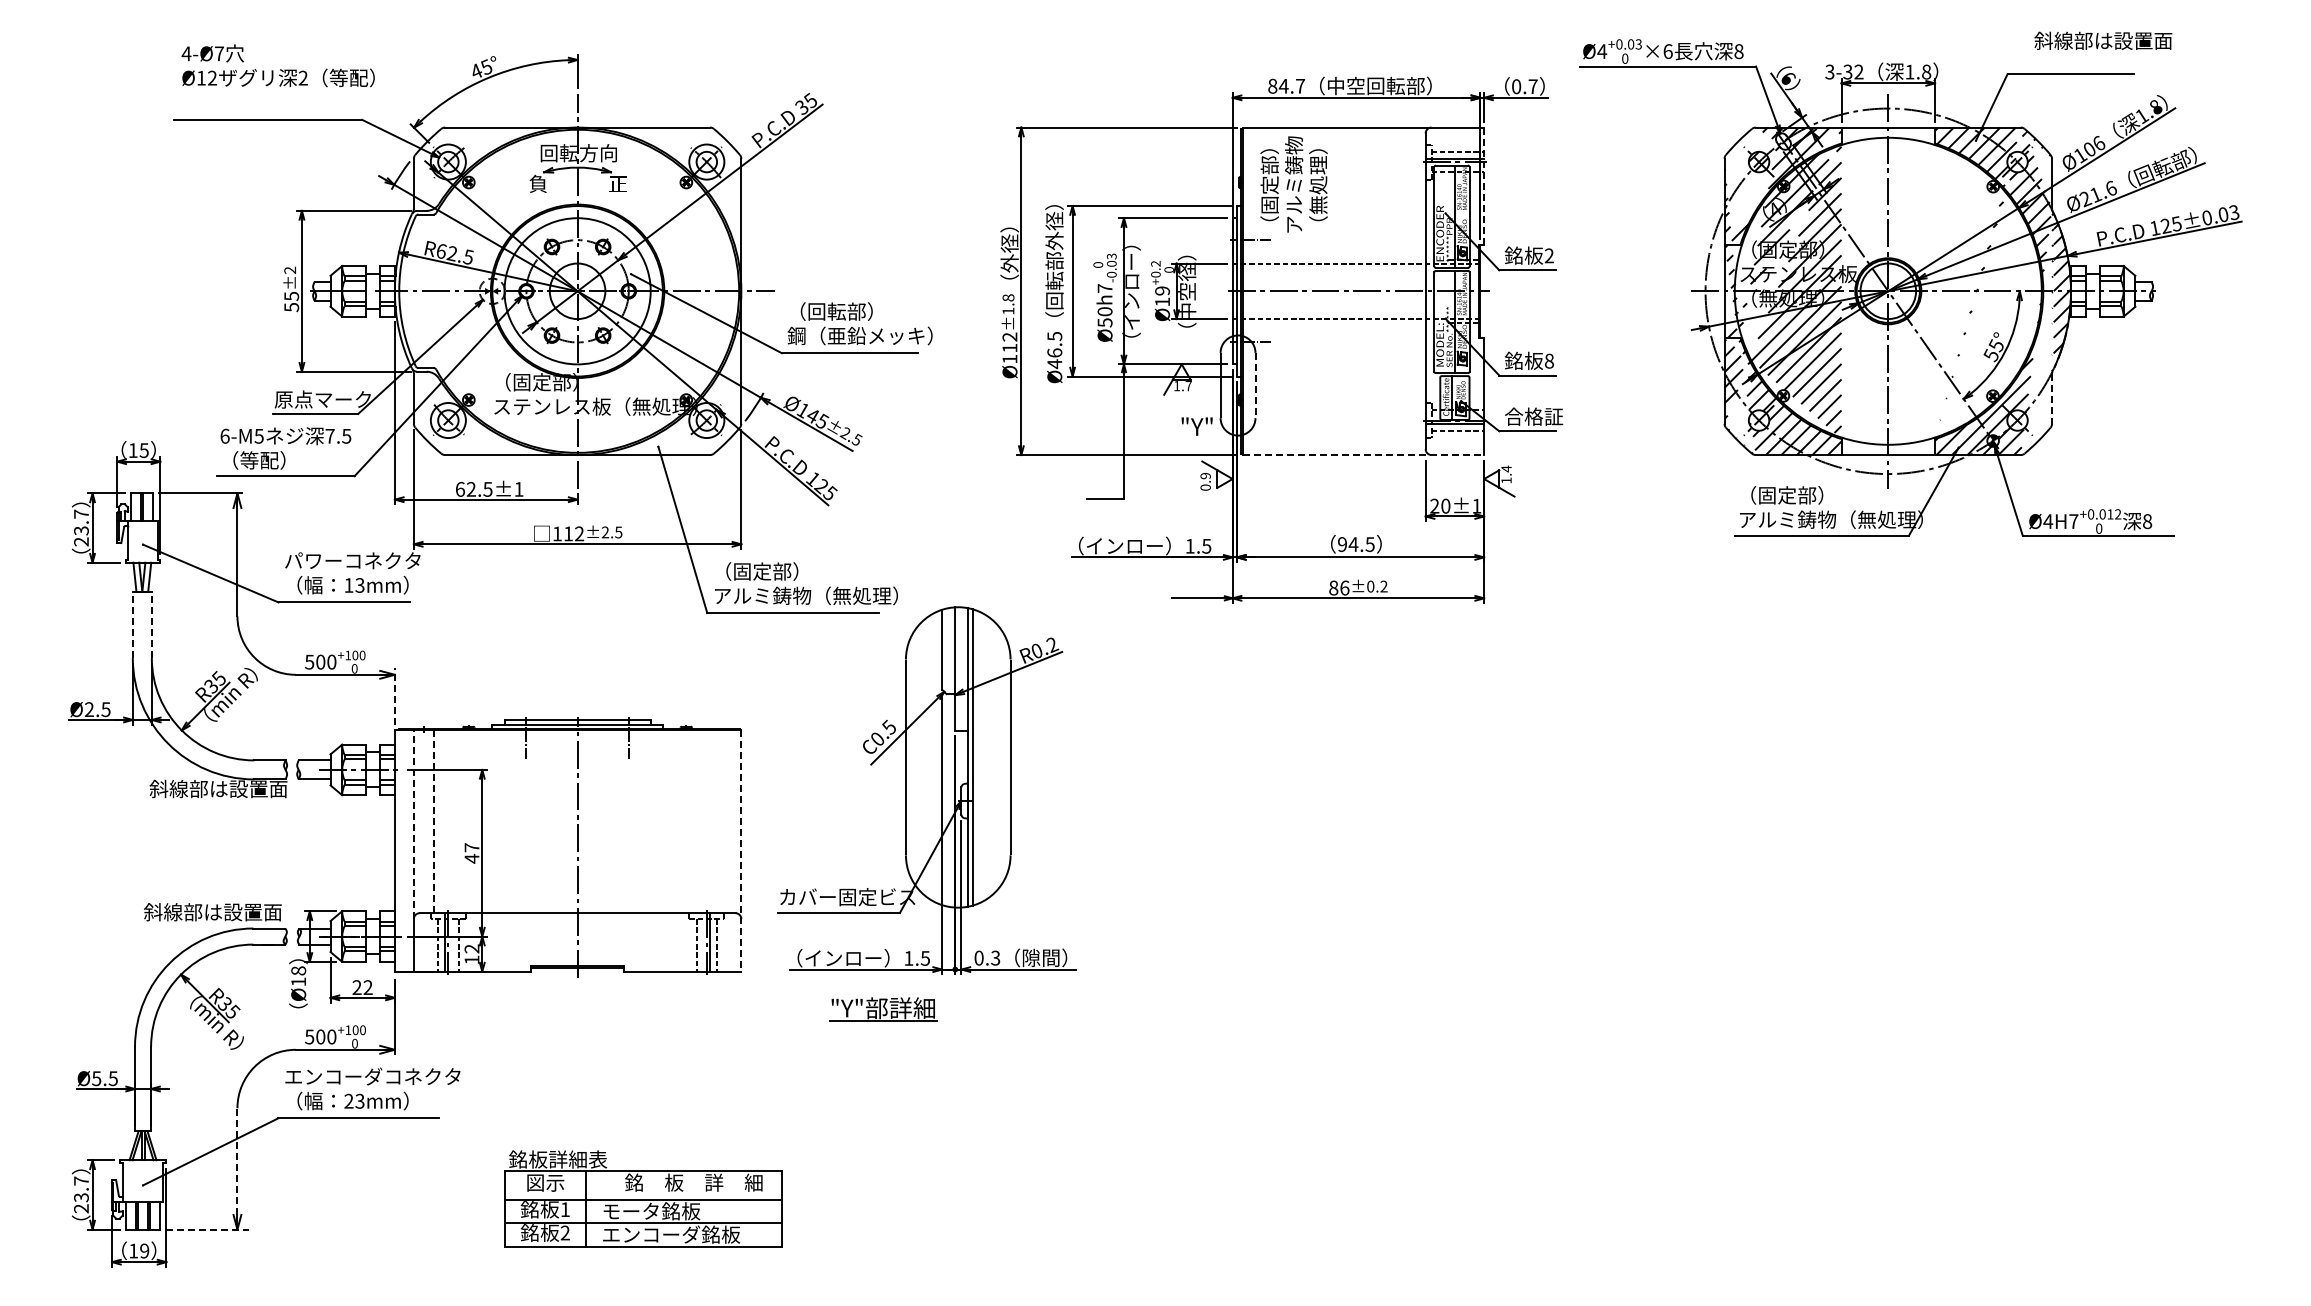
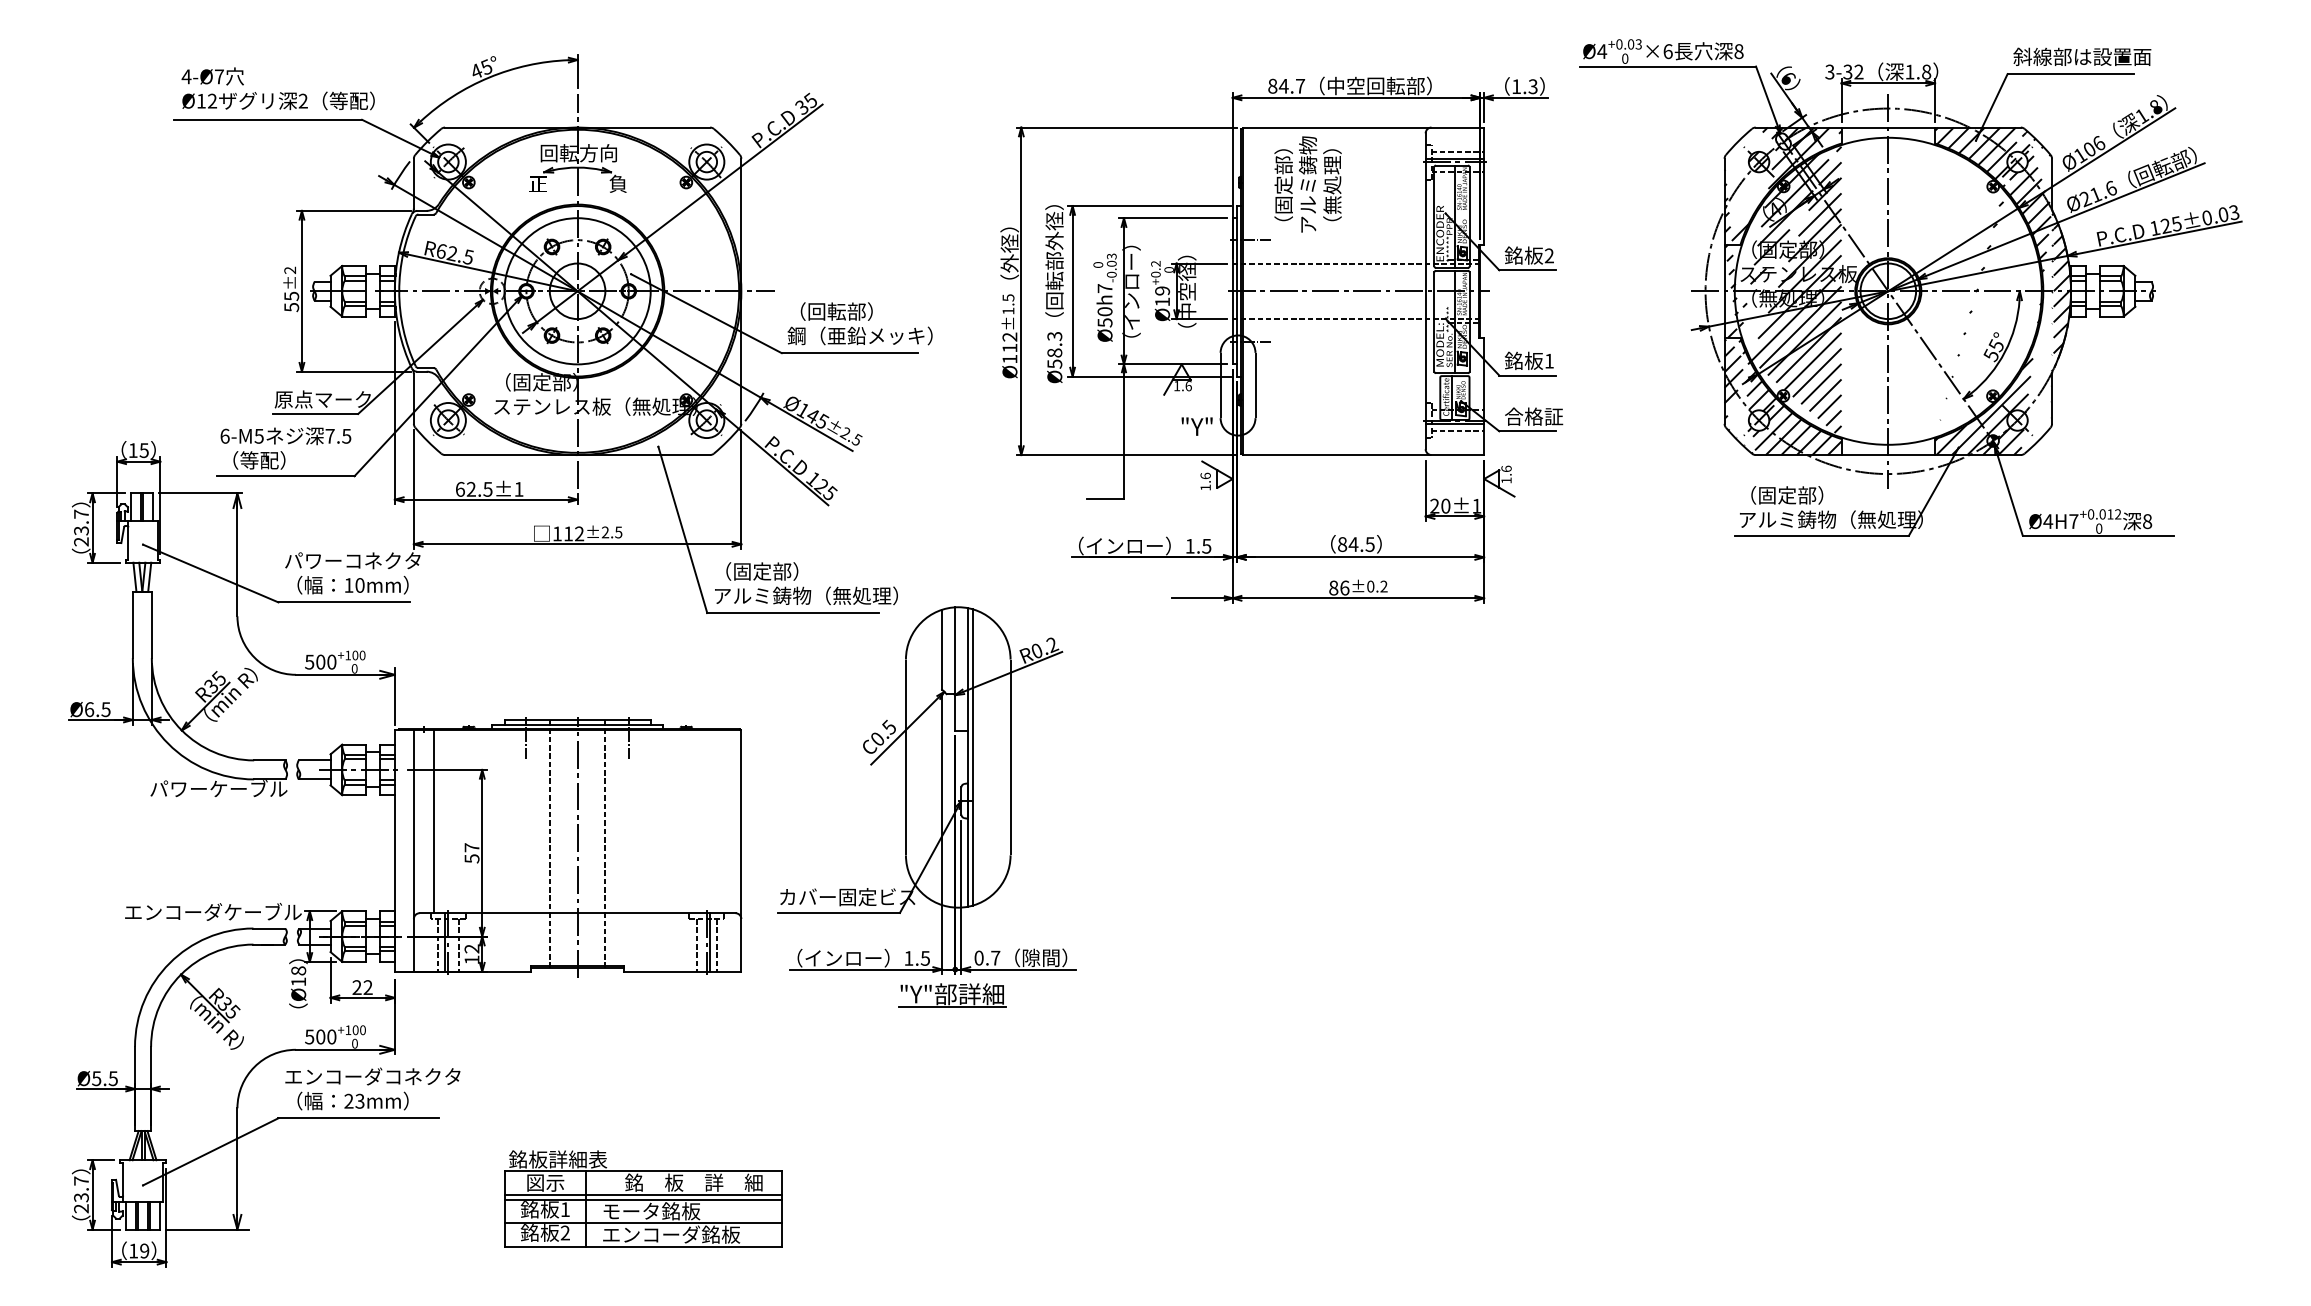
text at (2103, 40) position: (2103, 40) -> (2082, 56)
text at (277, 65) position: (277, 65) -> (277, 88)
text at (1524, 86): 0.7 -> 1.3
text at (537, 183): 負 -> 正
text at (617, 183): 正 -> 負
text at (1293, 184) position: (1293, 184) -> (1307, 184)
line at (1484, 185): dashed -> solid
text at (1008, 297): ±1.8 -> ±1.5
text at (1054, 350): Ø46.5 -> Ø58.3
text at (1549, 360): 8 -> 1
line at (1255, 385): dashed -> solid
text at (1188, 386): 1.7 -> 1.6
line at (2052, 398): dashed -> solid
line at (1363, 455): dashed -> solid
text at (1506, 468): 1.4 -> 1.6
text at (1205, 481): 0.9 -> 1.6
text at (1342, 544): 94.5 -> 84.5
text at (359, 585): 13mm -> 10mm
line at (132, 624): dashed -> solid
line at (151, 624): dashed -> solid
line at (394, 695): dashed -> solid
text at (89, 709): Ø2.5 -> Ø6.5
text at (218, 788): 斜線部は設置面 -> パワーケーブル
line at (433, 822): dashed -> solid
line at (413, 824): dashed -> solid
line at (549, 843): none -> present
line at (605, 843): none -> present
line at (741, 851): dashed -> solid
text at (471, 858): 47 -> 57
text at (213, 911): 斜線部は設置面 -> エンコーダケーブル
text at (995, 957): 0.3 -> 0.7
part at (883, 1009) position: (883, 1009) -> (952, 995)
line at (237, 1161): dashed -> solid
line at (643, 1194): none -> present
line at (207, 1229): dashed -> solid
